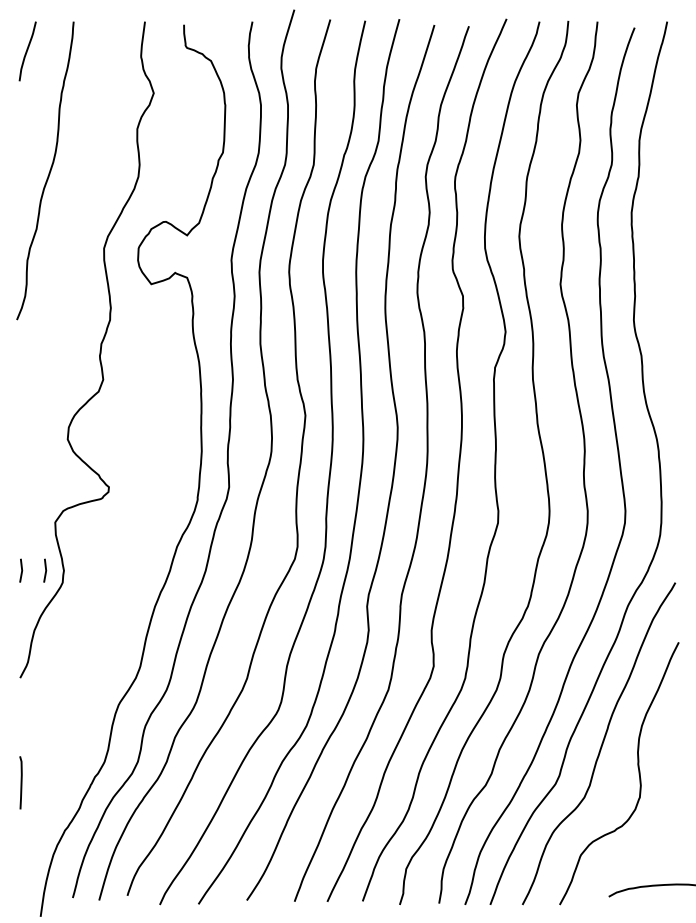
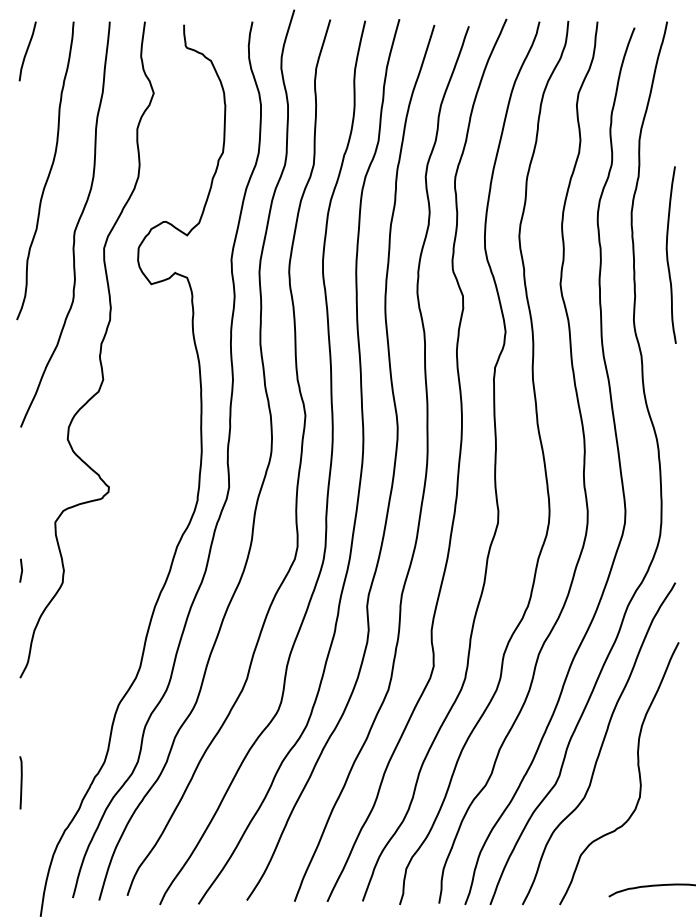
curve at (75, 226): none -> present
curve at (668, 256): none -> present
line at (45, 570): present -> none
